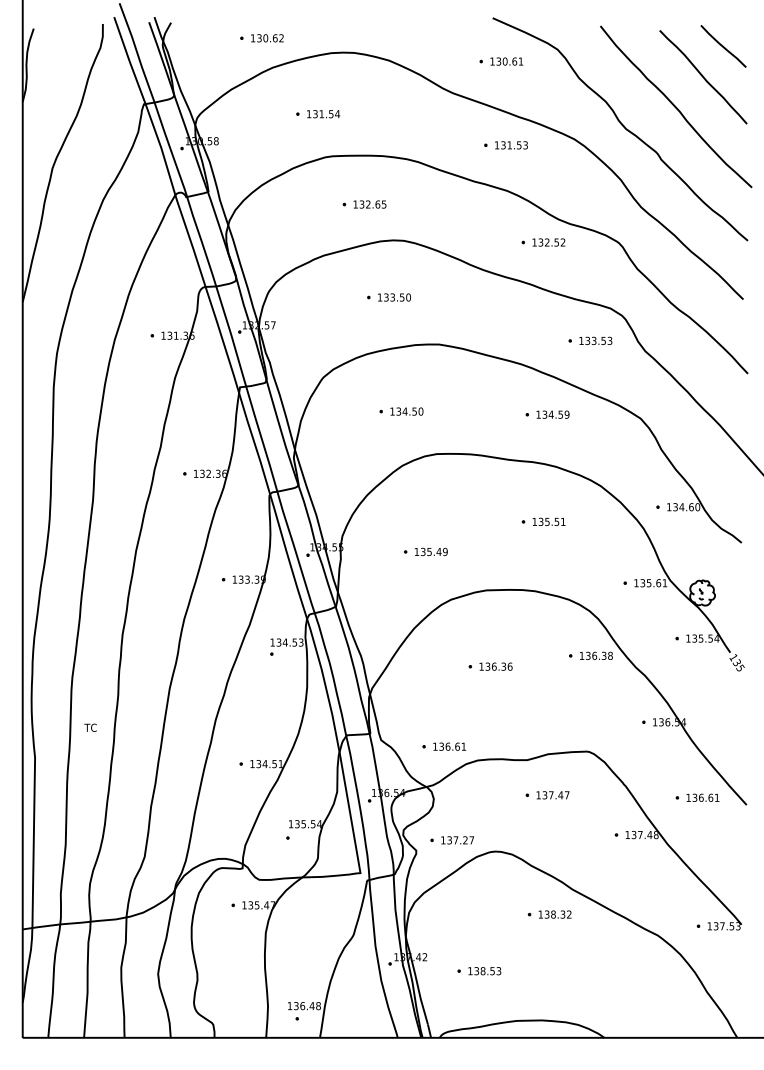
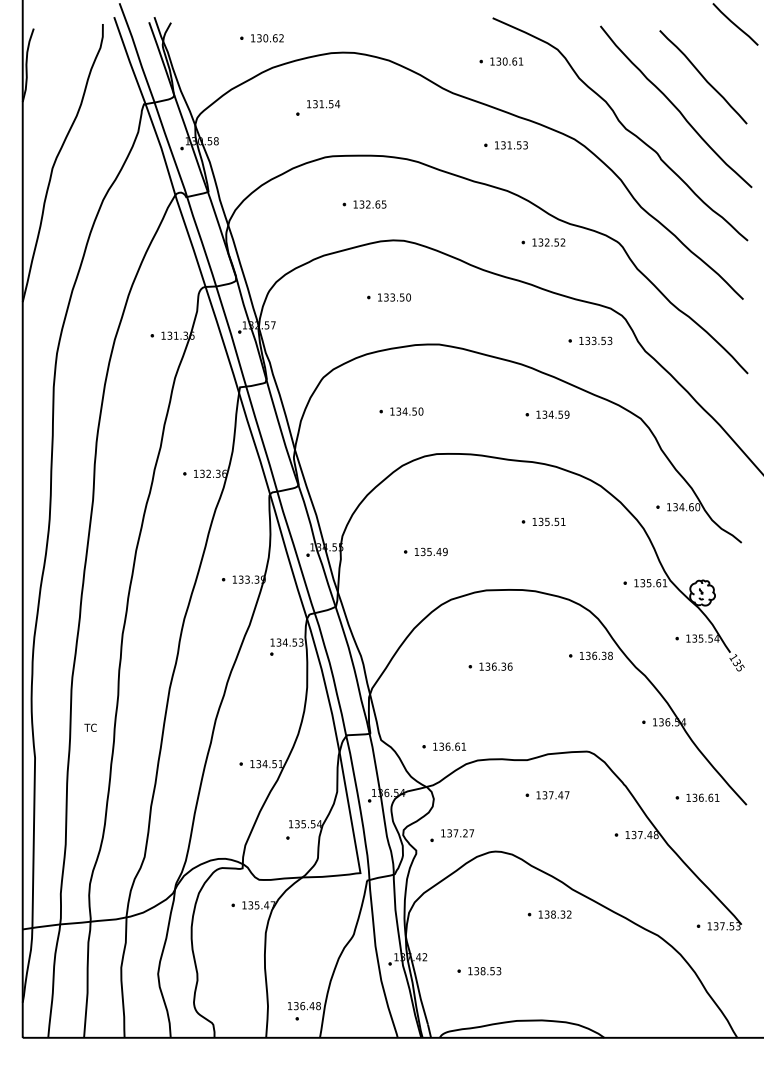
line at (723, 46) position: (723, 46) -> (735, 24)
text at (323, 114) position: (323, 114) -> (323, 104)
text at (457, 840) position: (457, 840) -> (457, 833)
